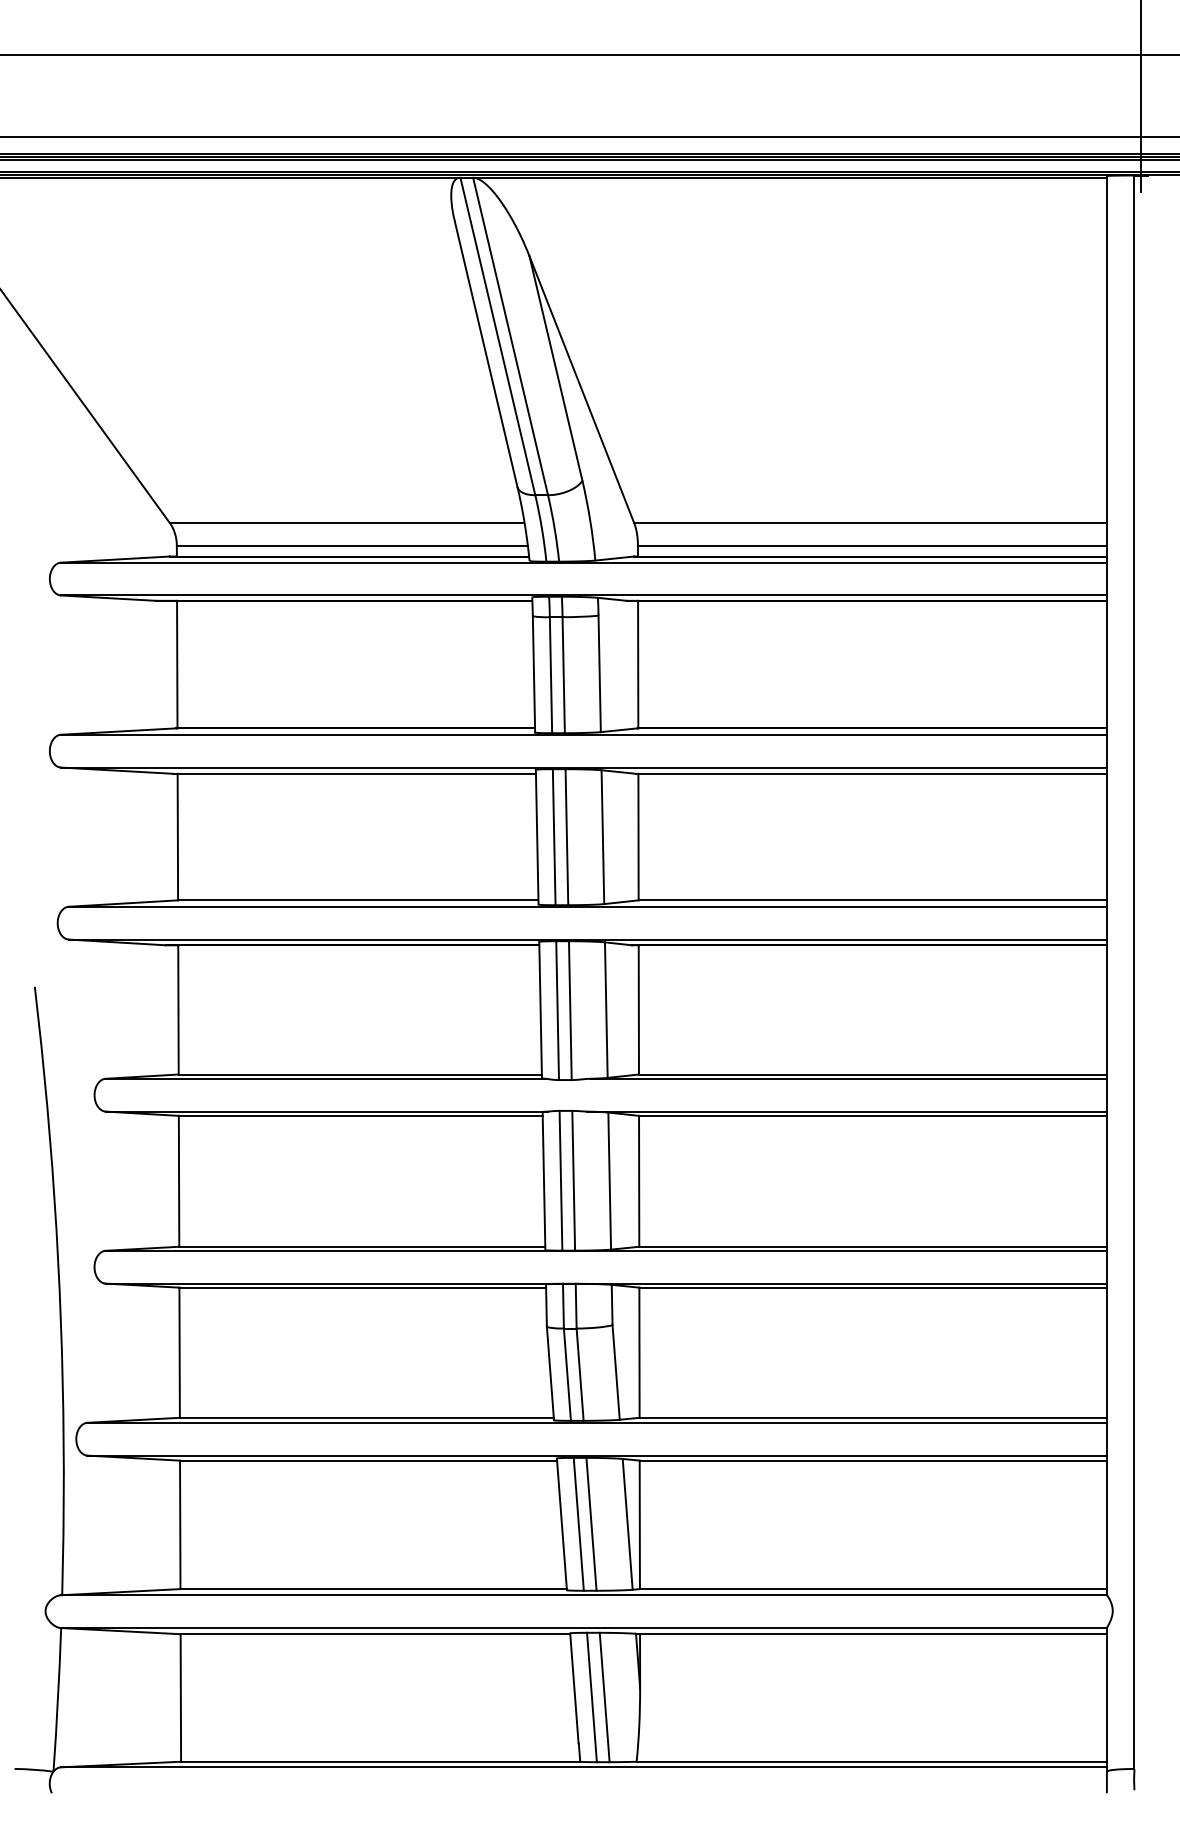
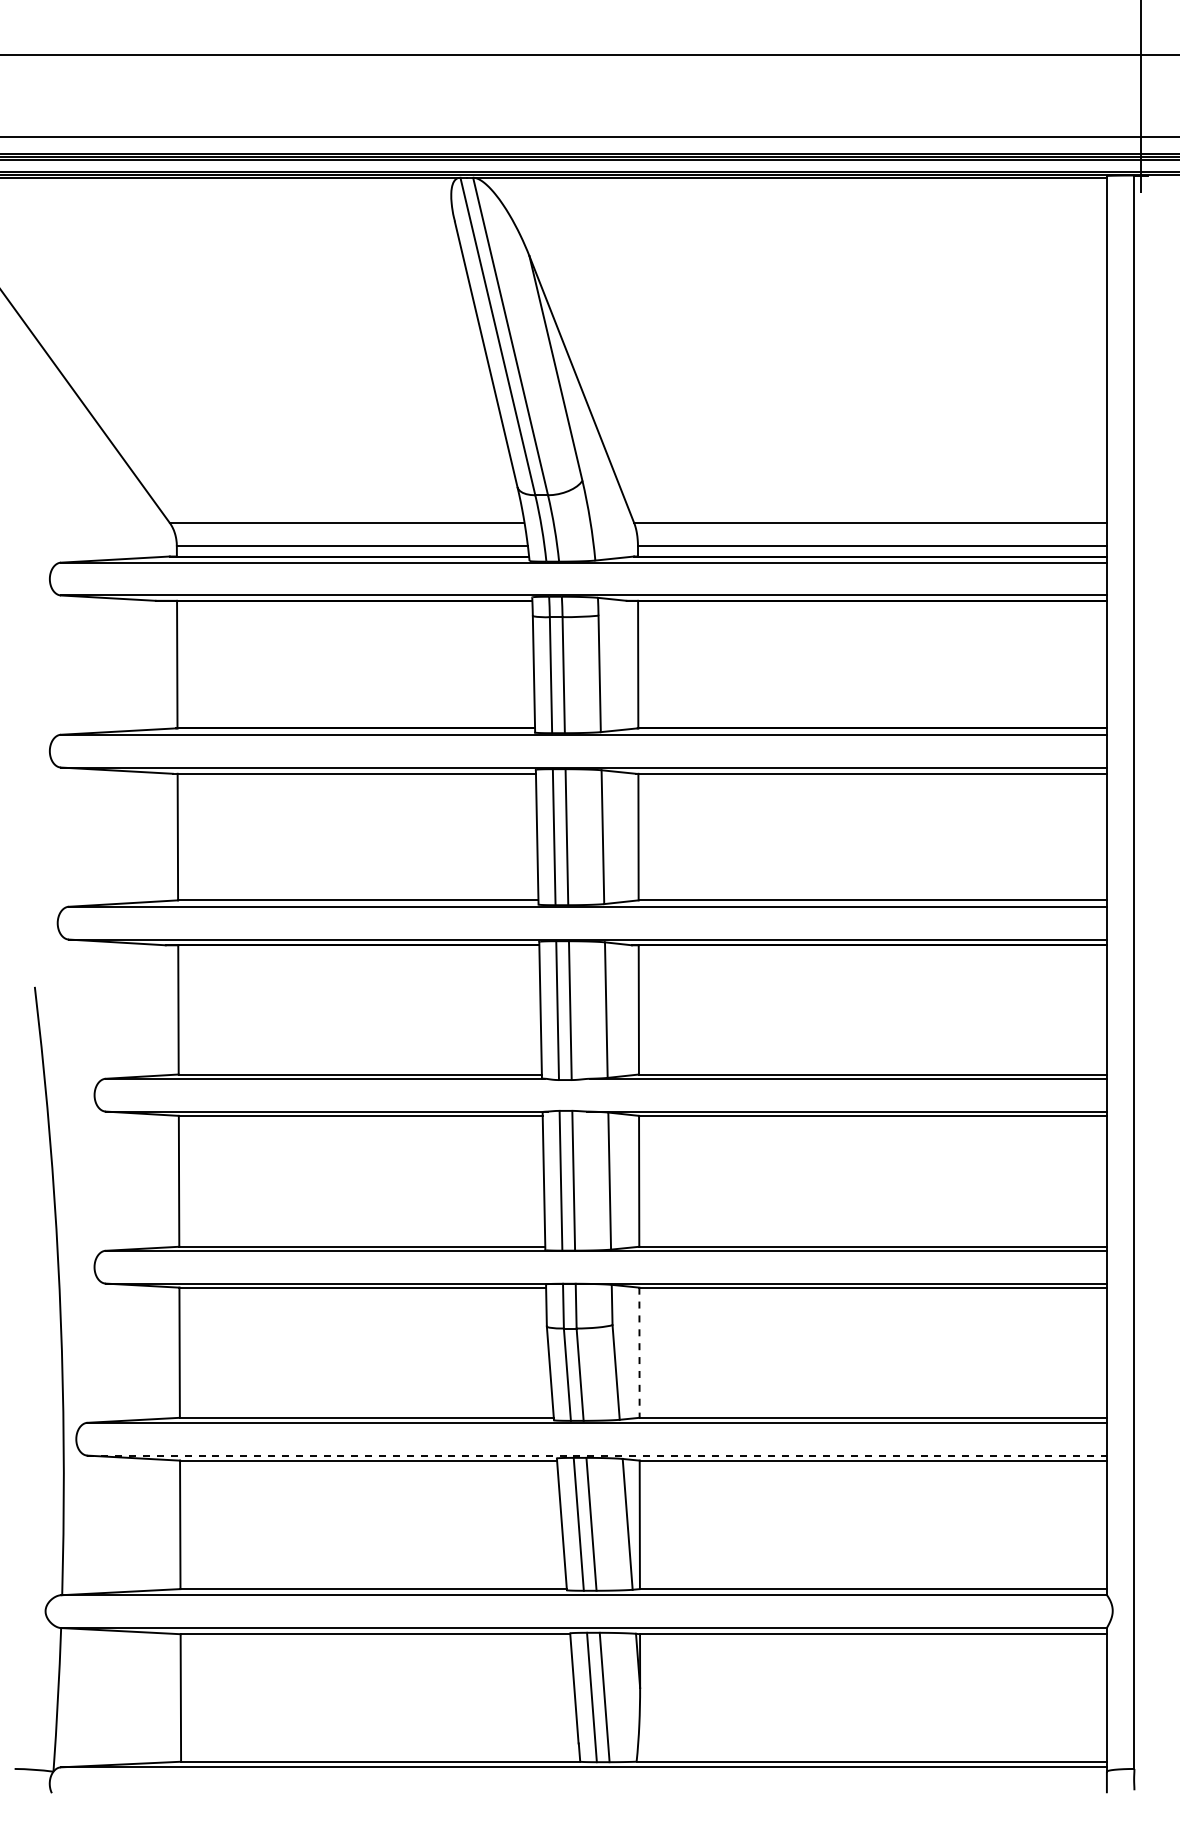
line at (639, 1353): solid -> dashed
line at (597, 1455): solid -> dashed
